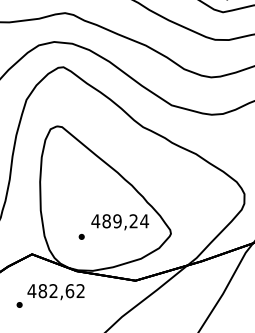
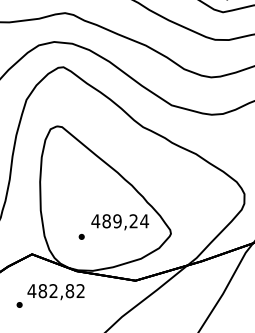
text at (69, 290): 482,62 -> 482,82
